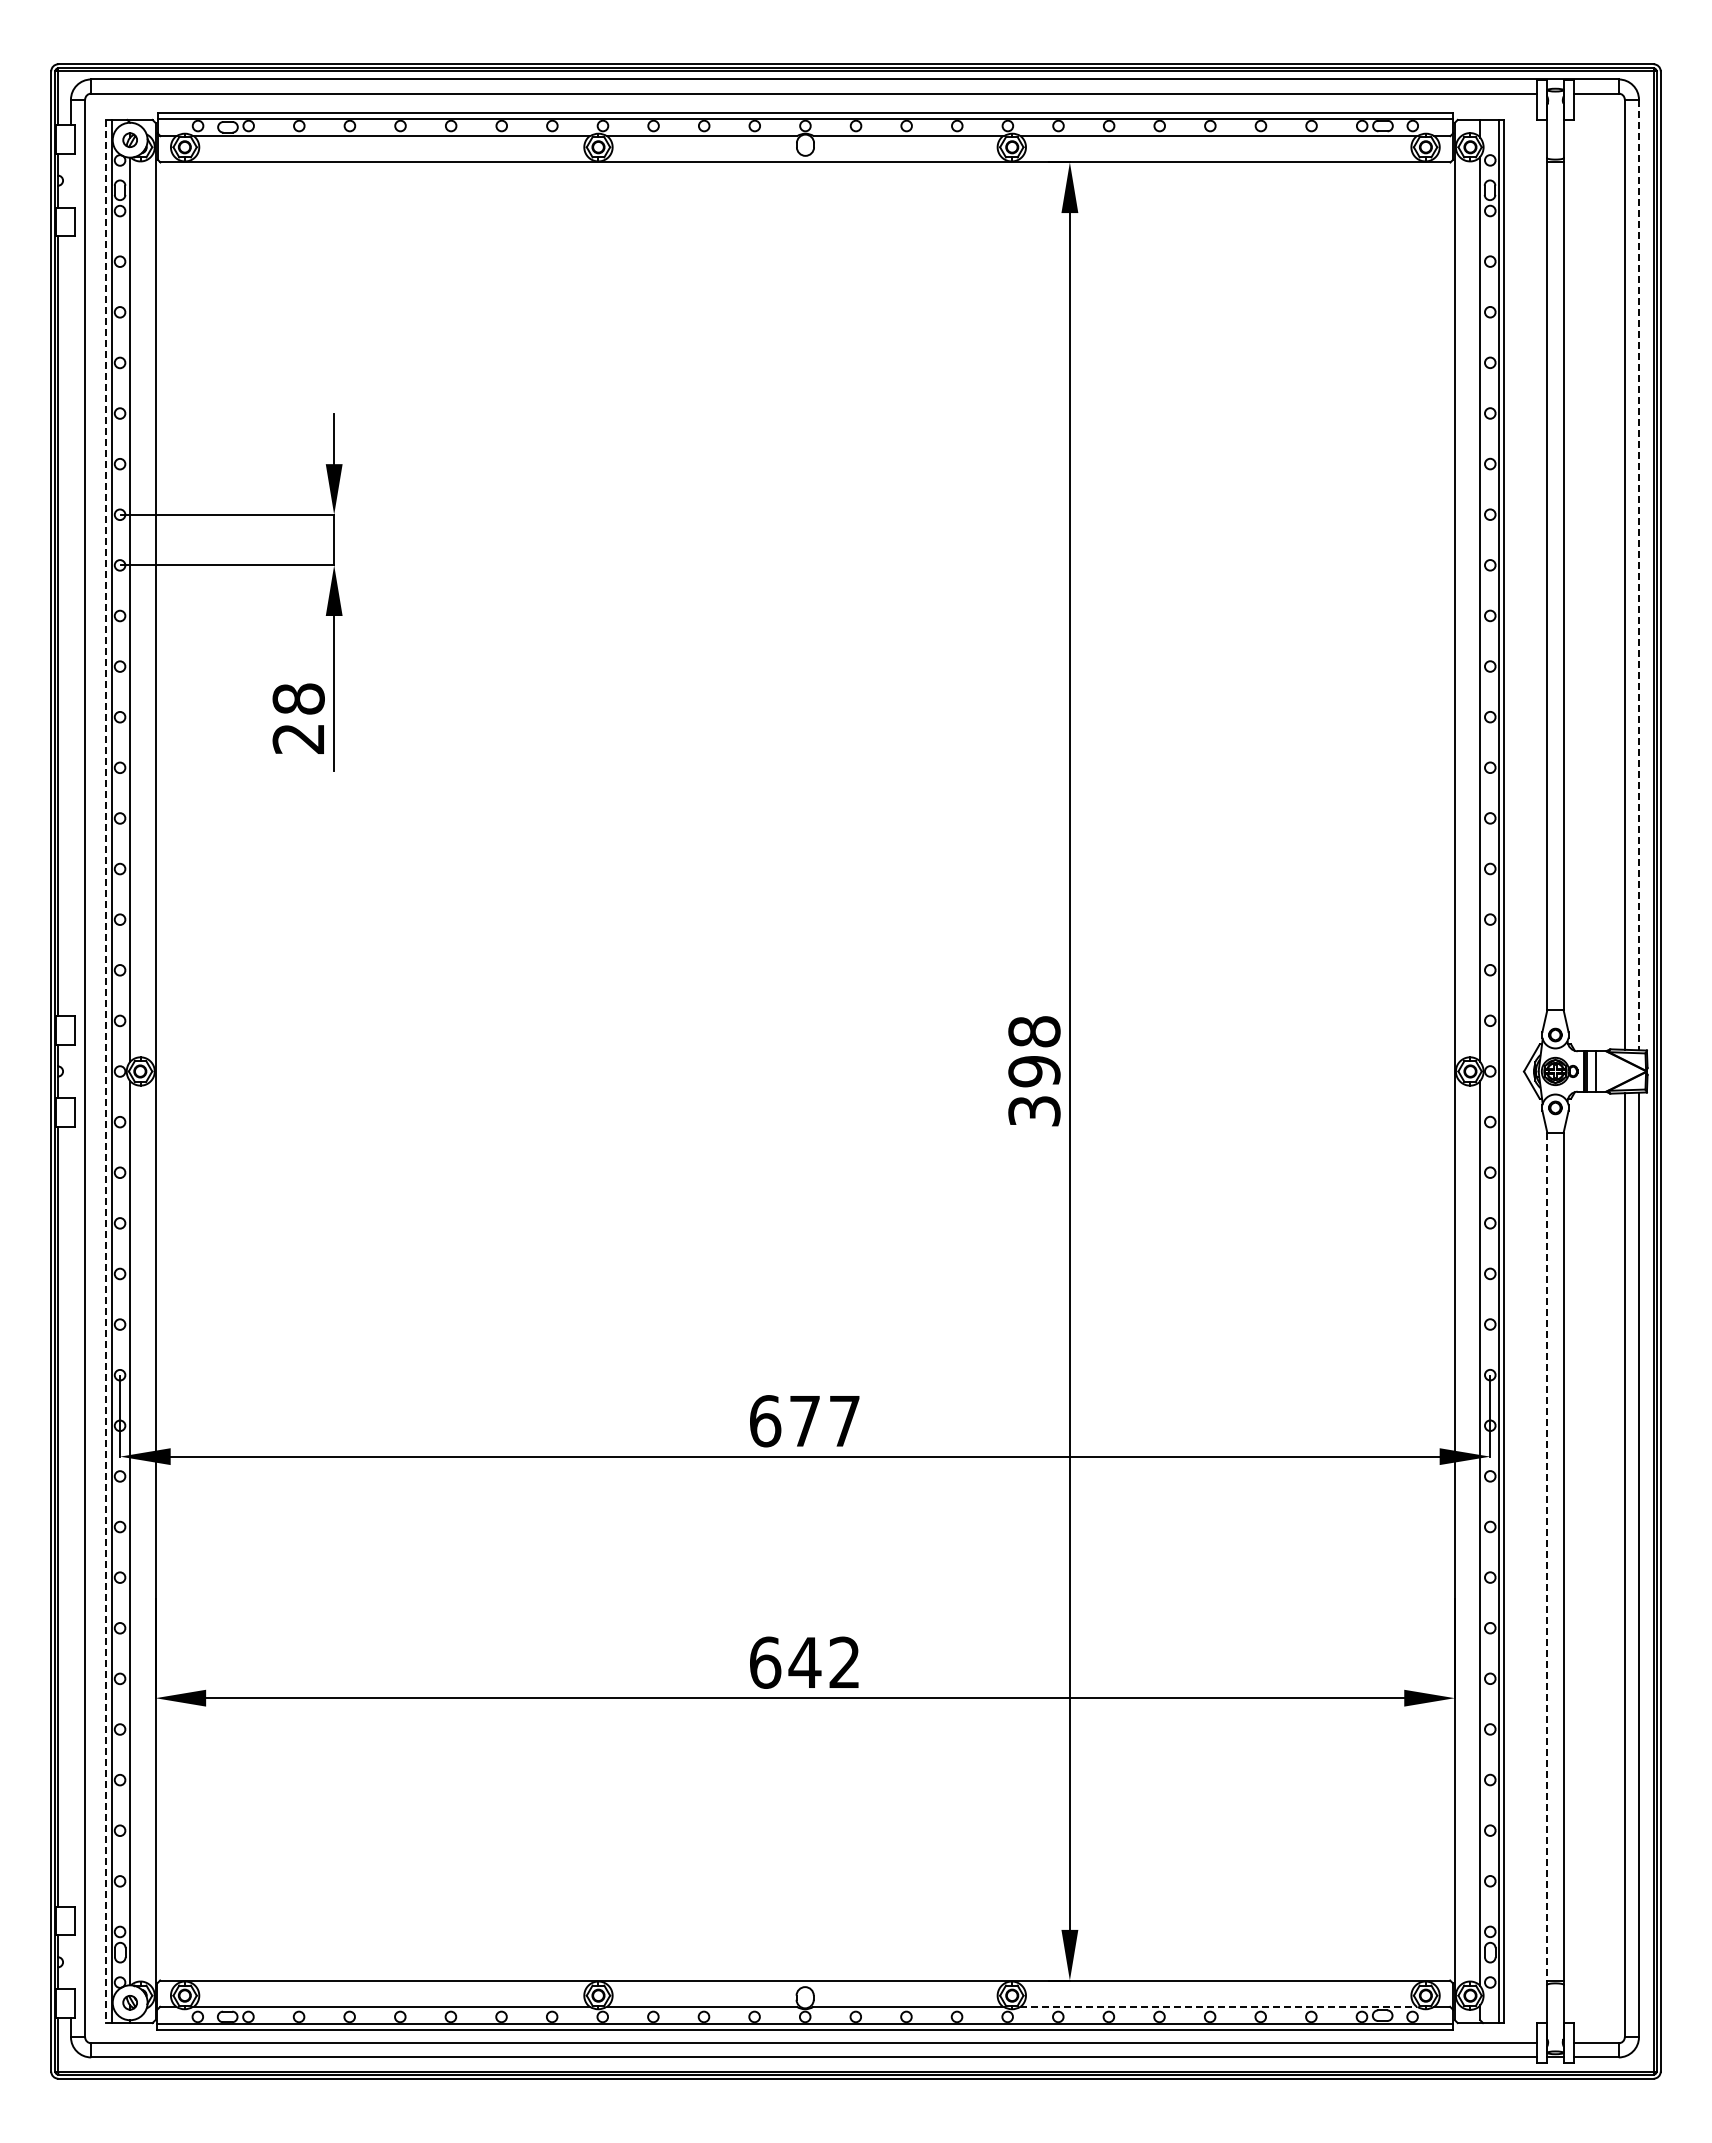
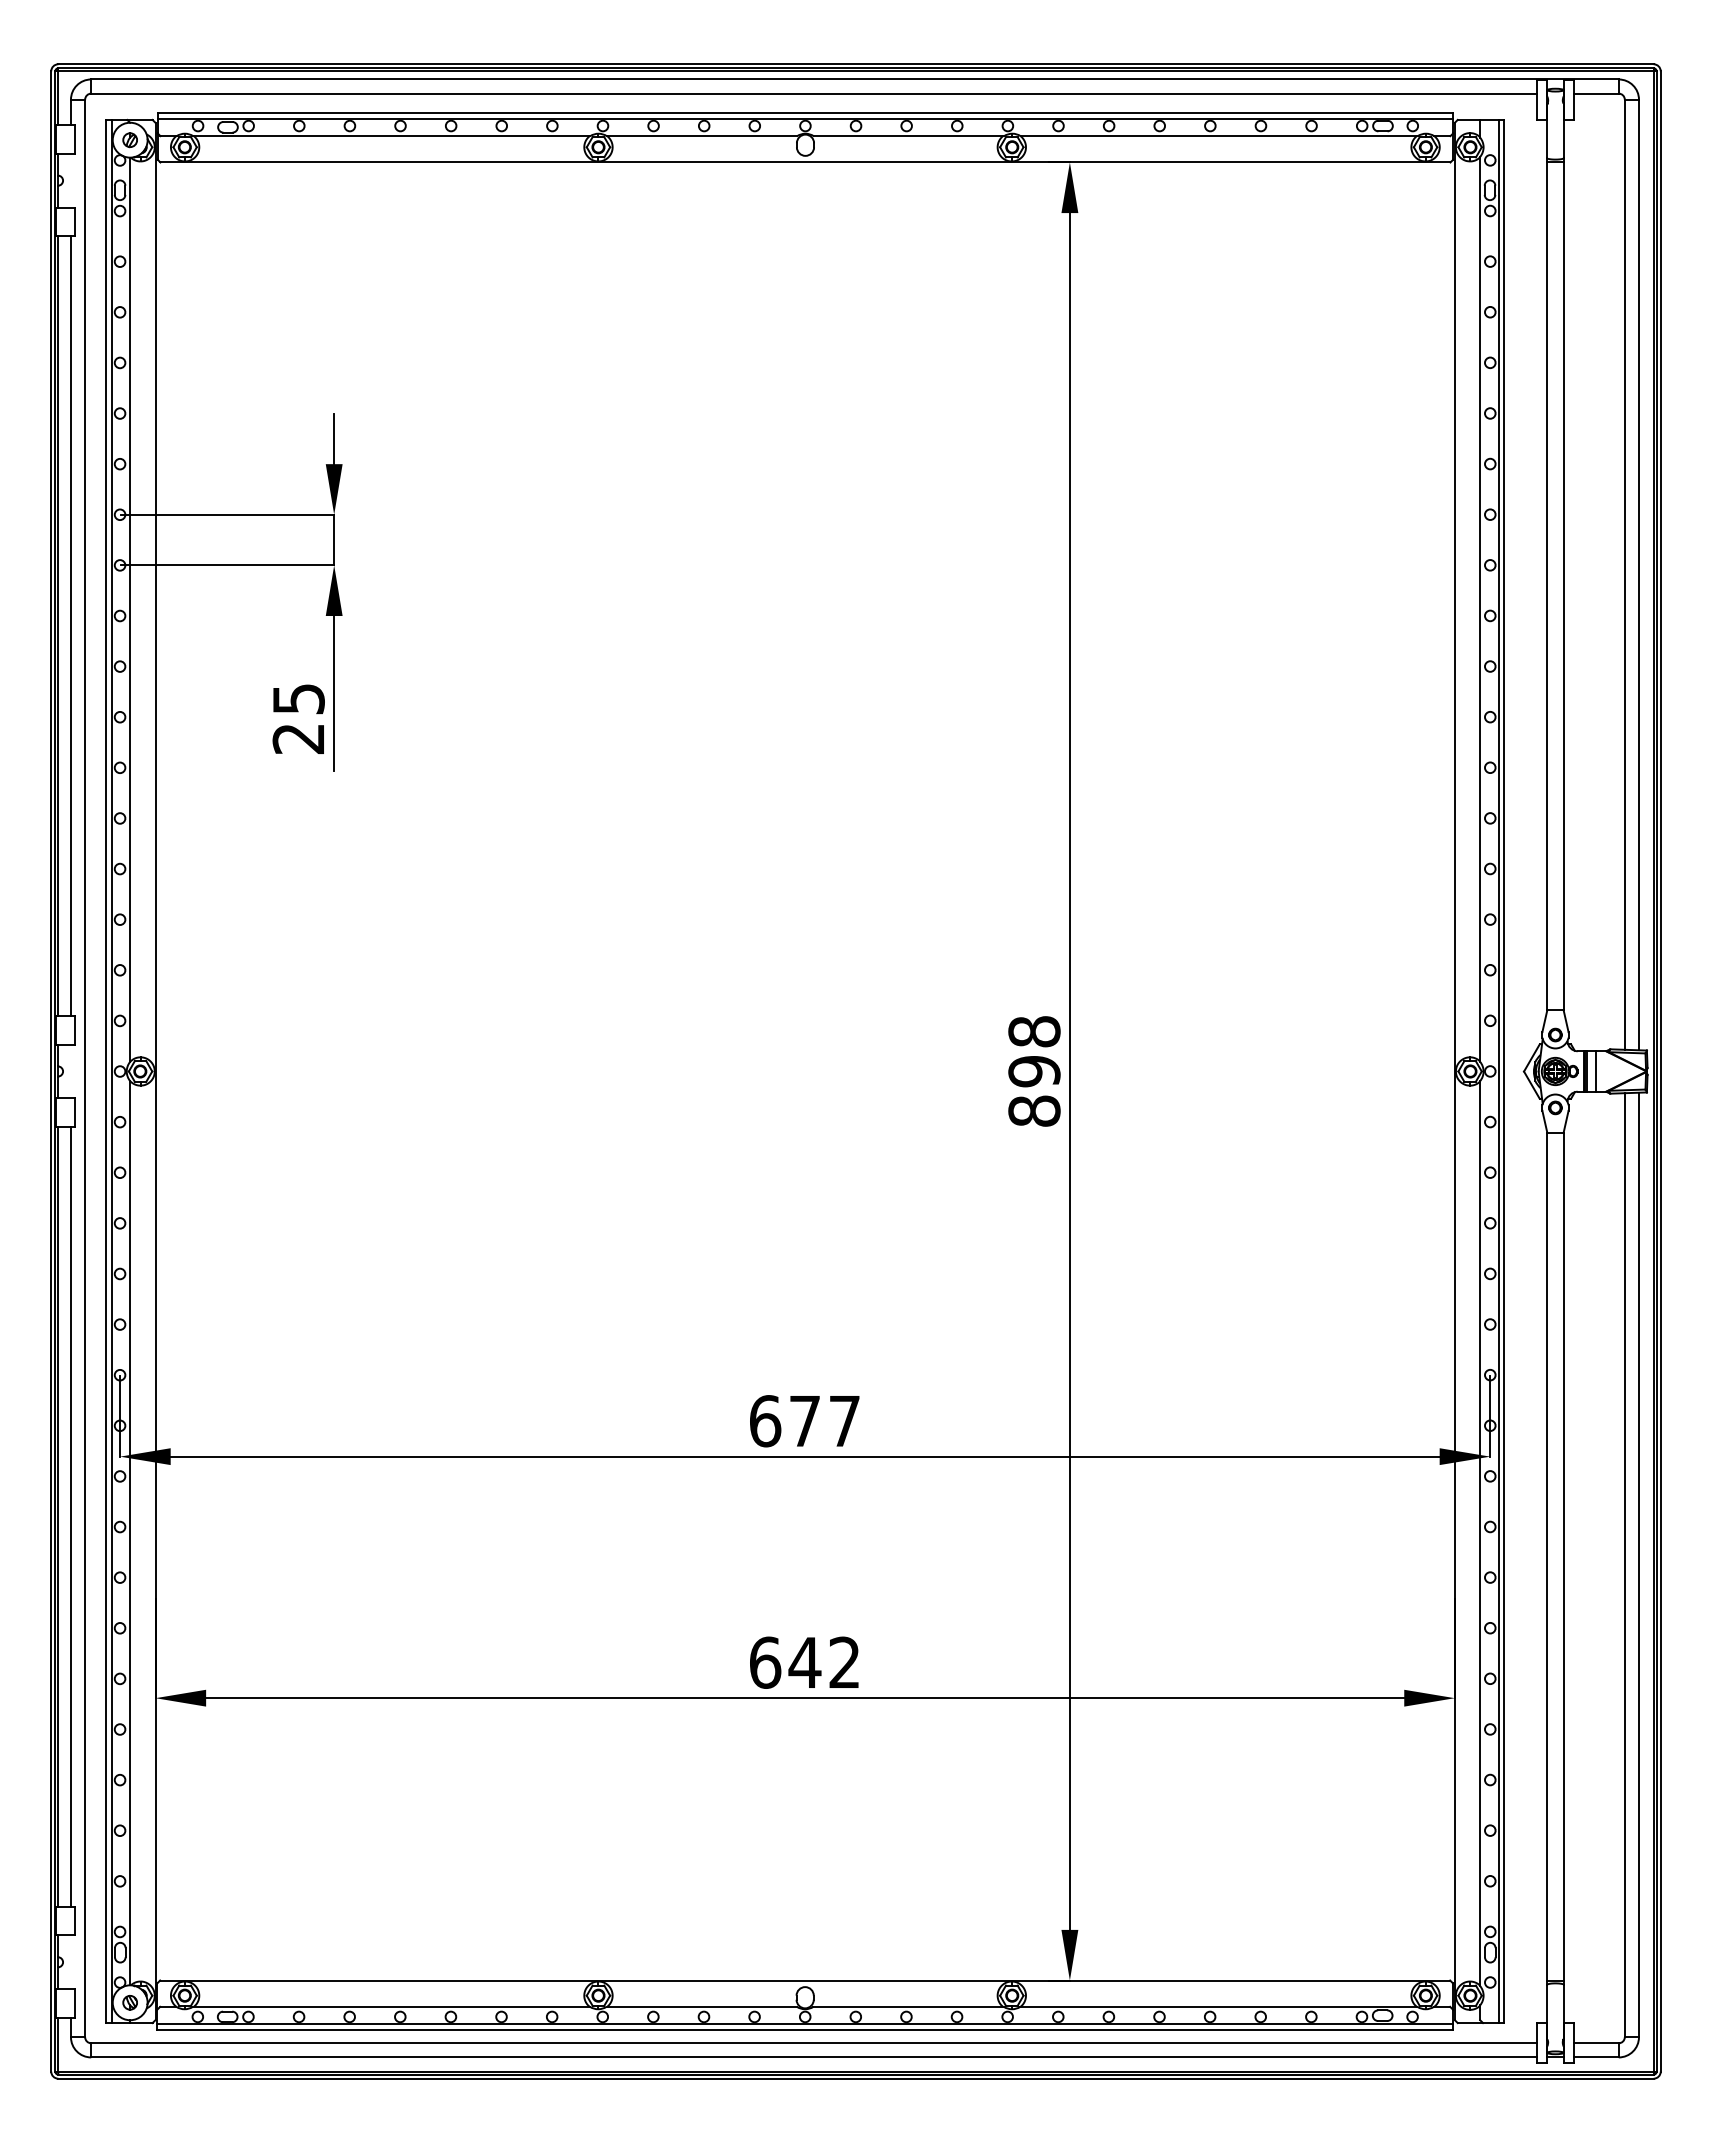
line at (1638, 575): dashed -> solid
line at (70, 625): none -> present
text at (298, 698): 28 -> 25
line at (105, 1071): dashed -> solid
text at (1034, 1110): 398 -> 898
line at (70, 1516): none -> present
line at (1547, 1557): dashed -> solid
line at (1218, 2006): dashed -> solid
